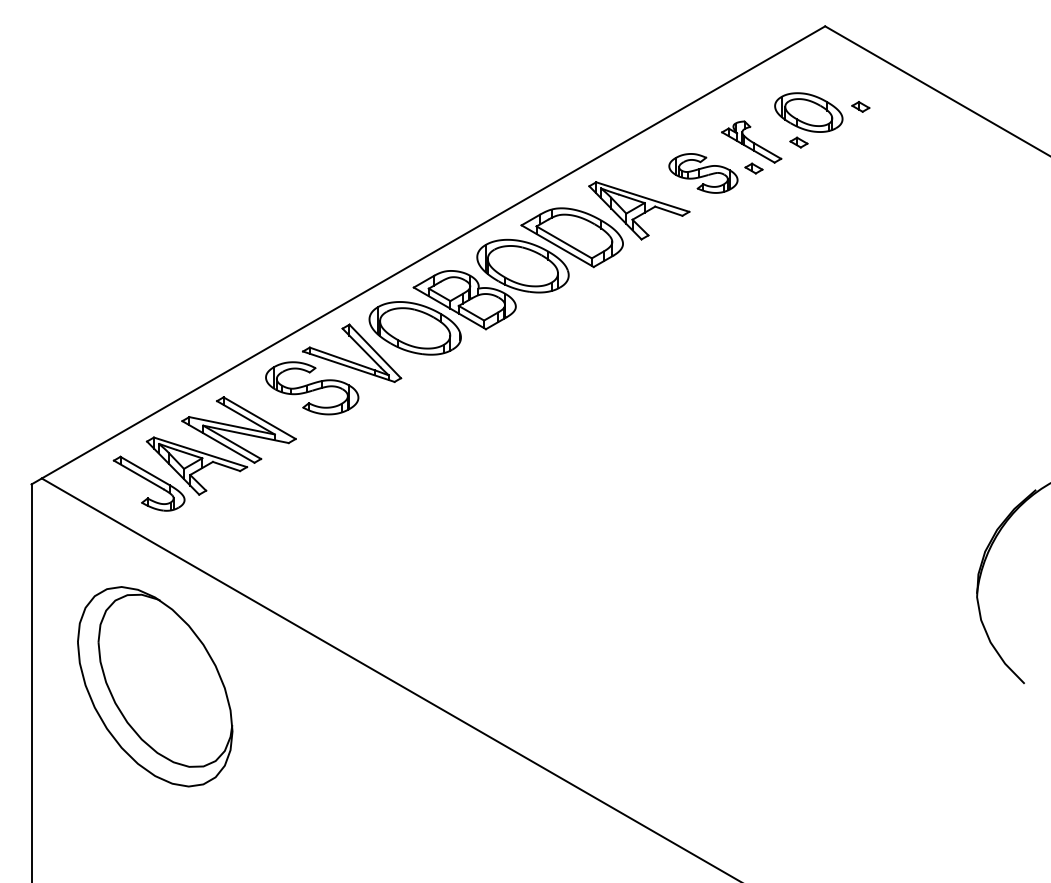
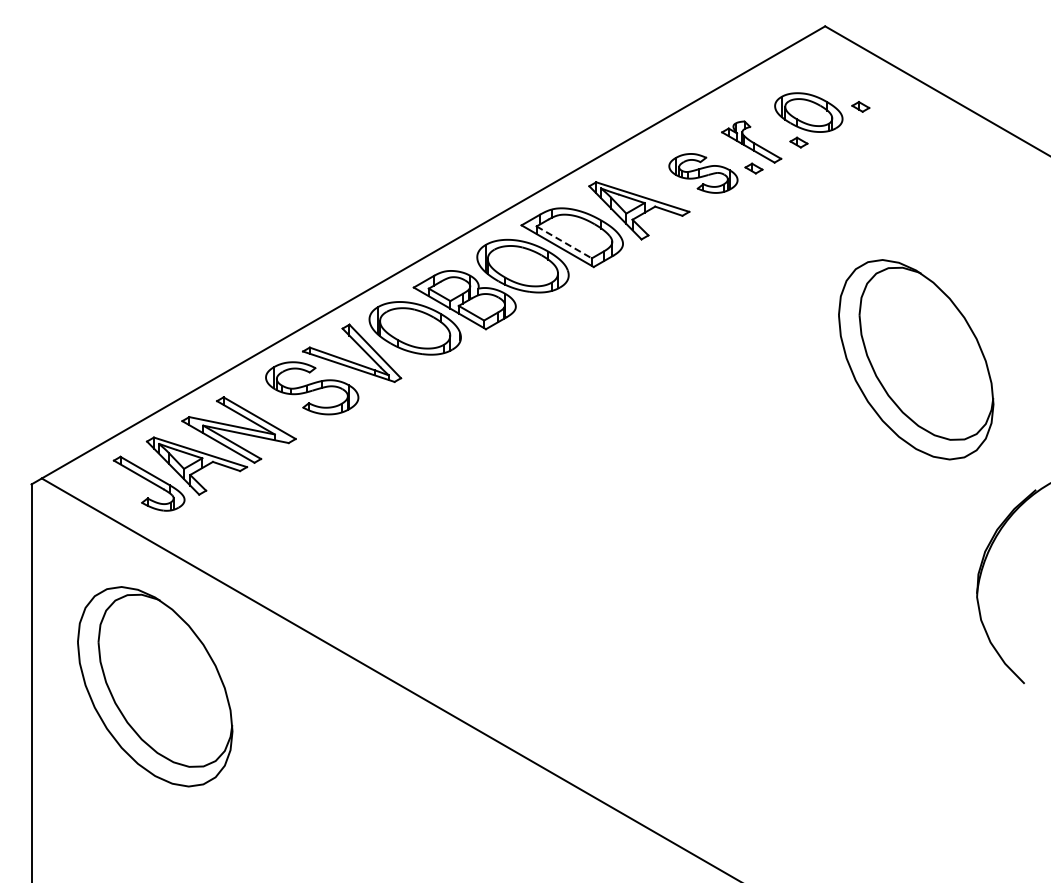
line at (564, 242): solid -> dashed
part at (916, 359): none -> present
